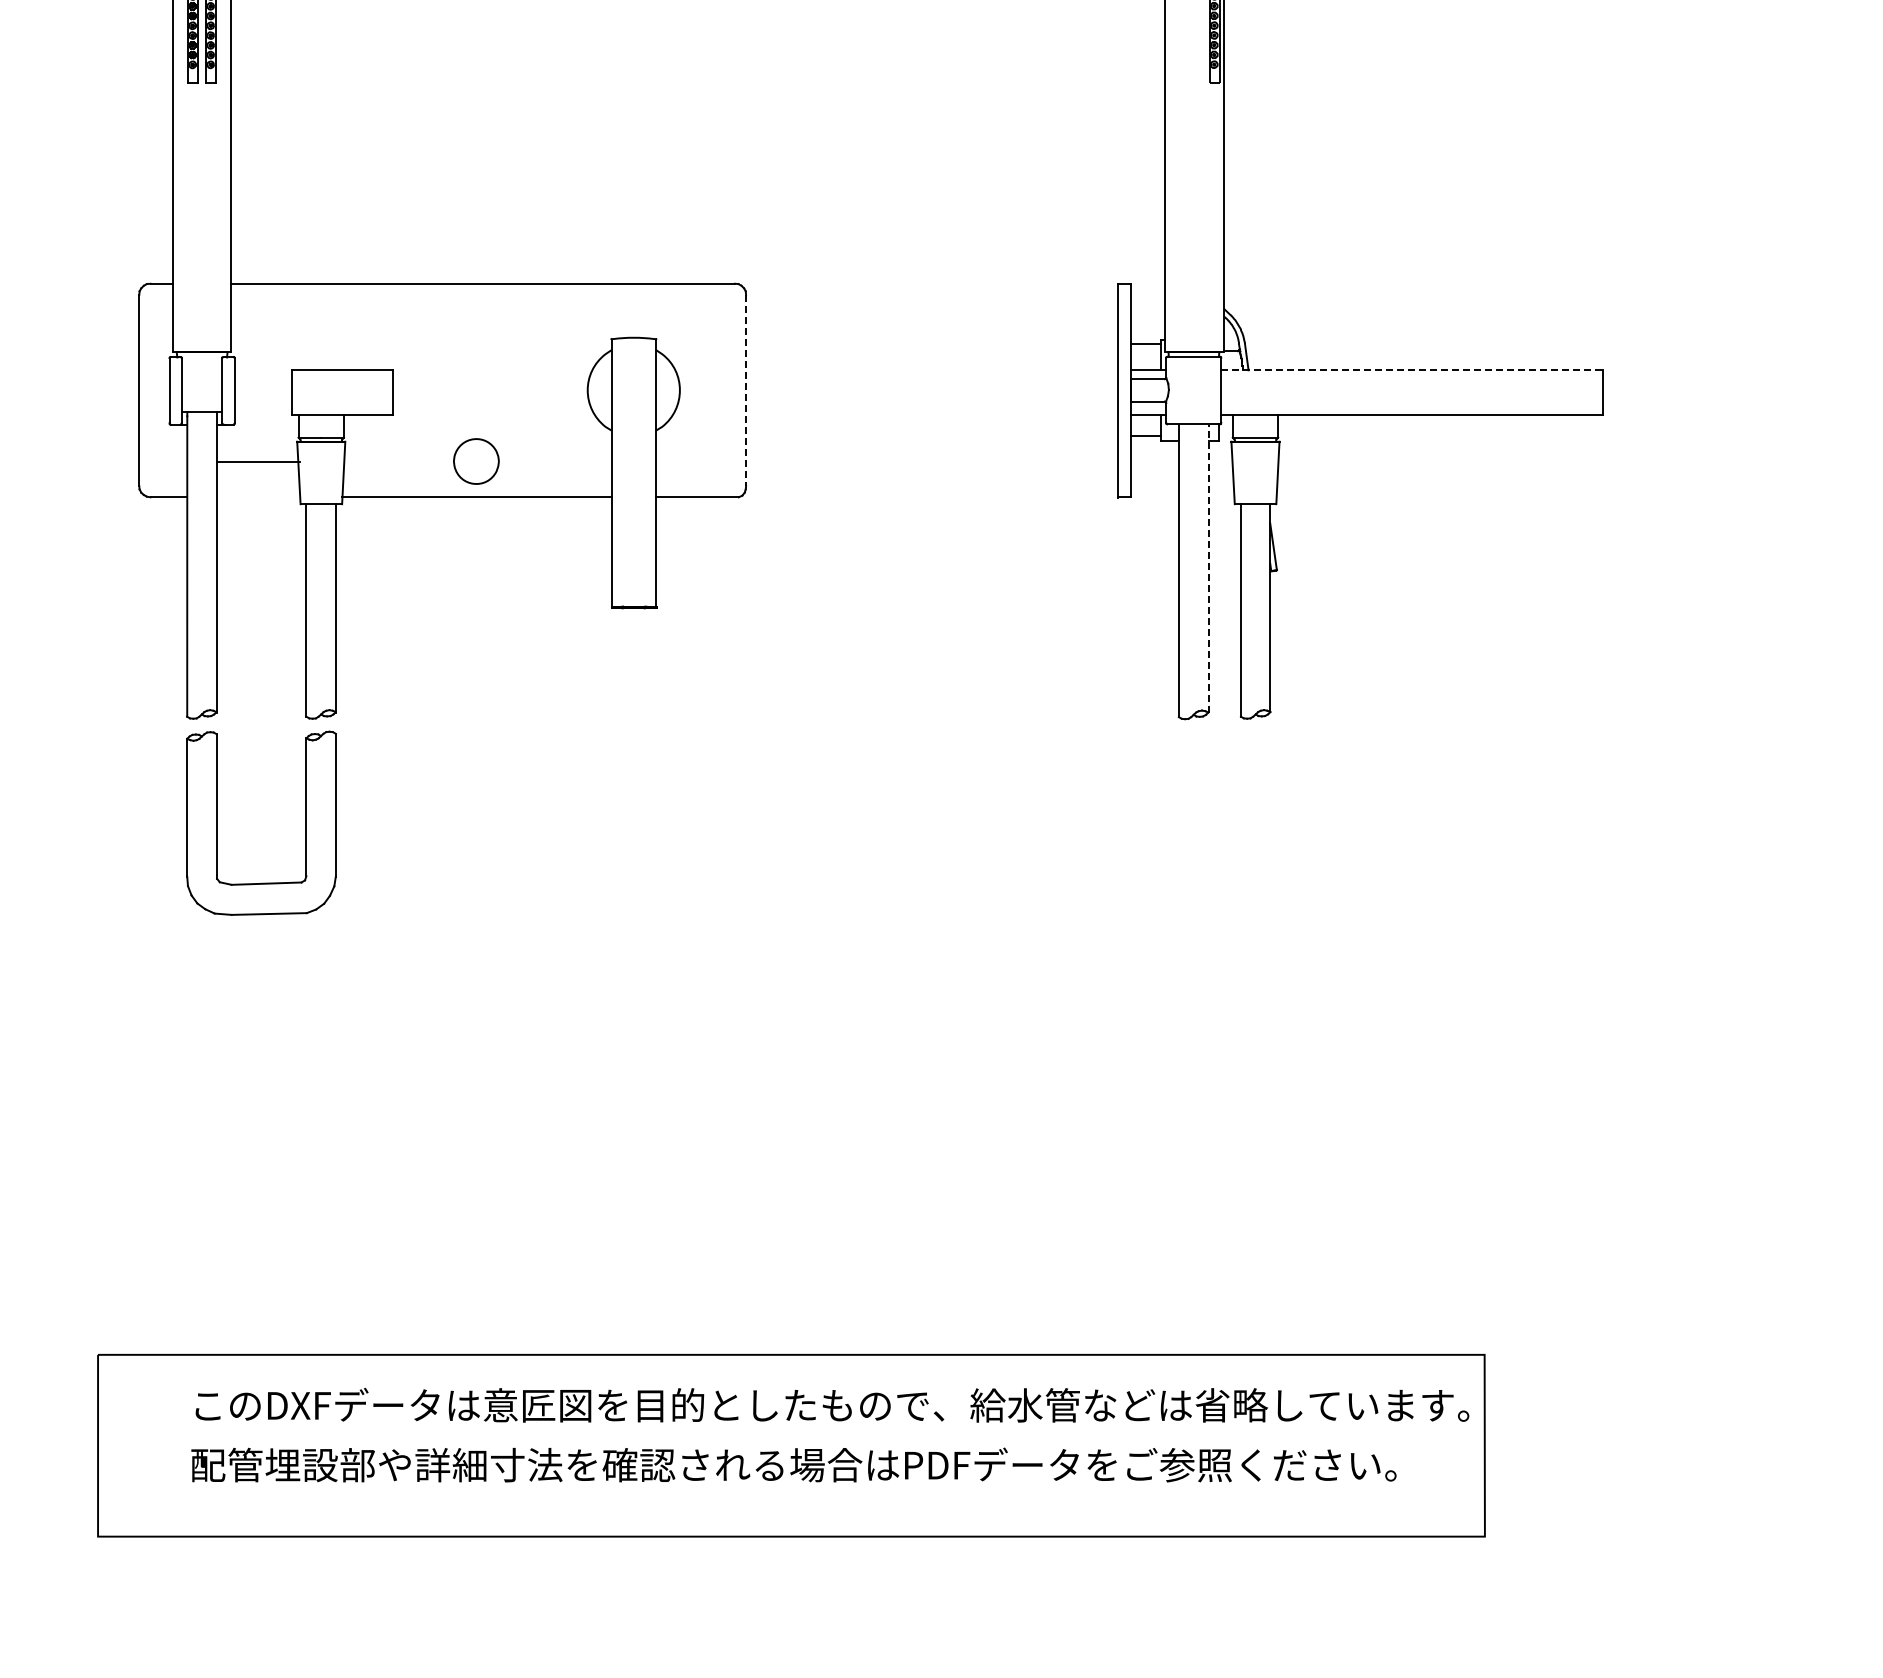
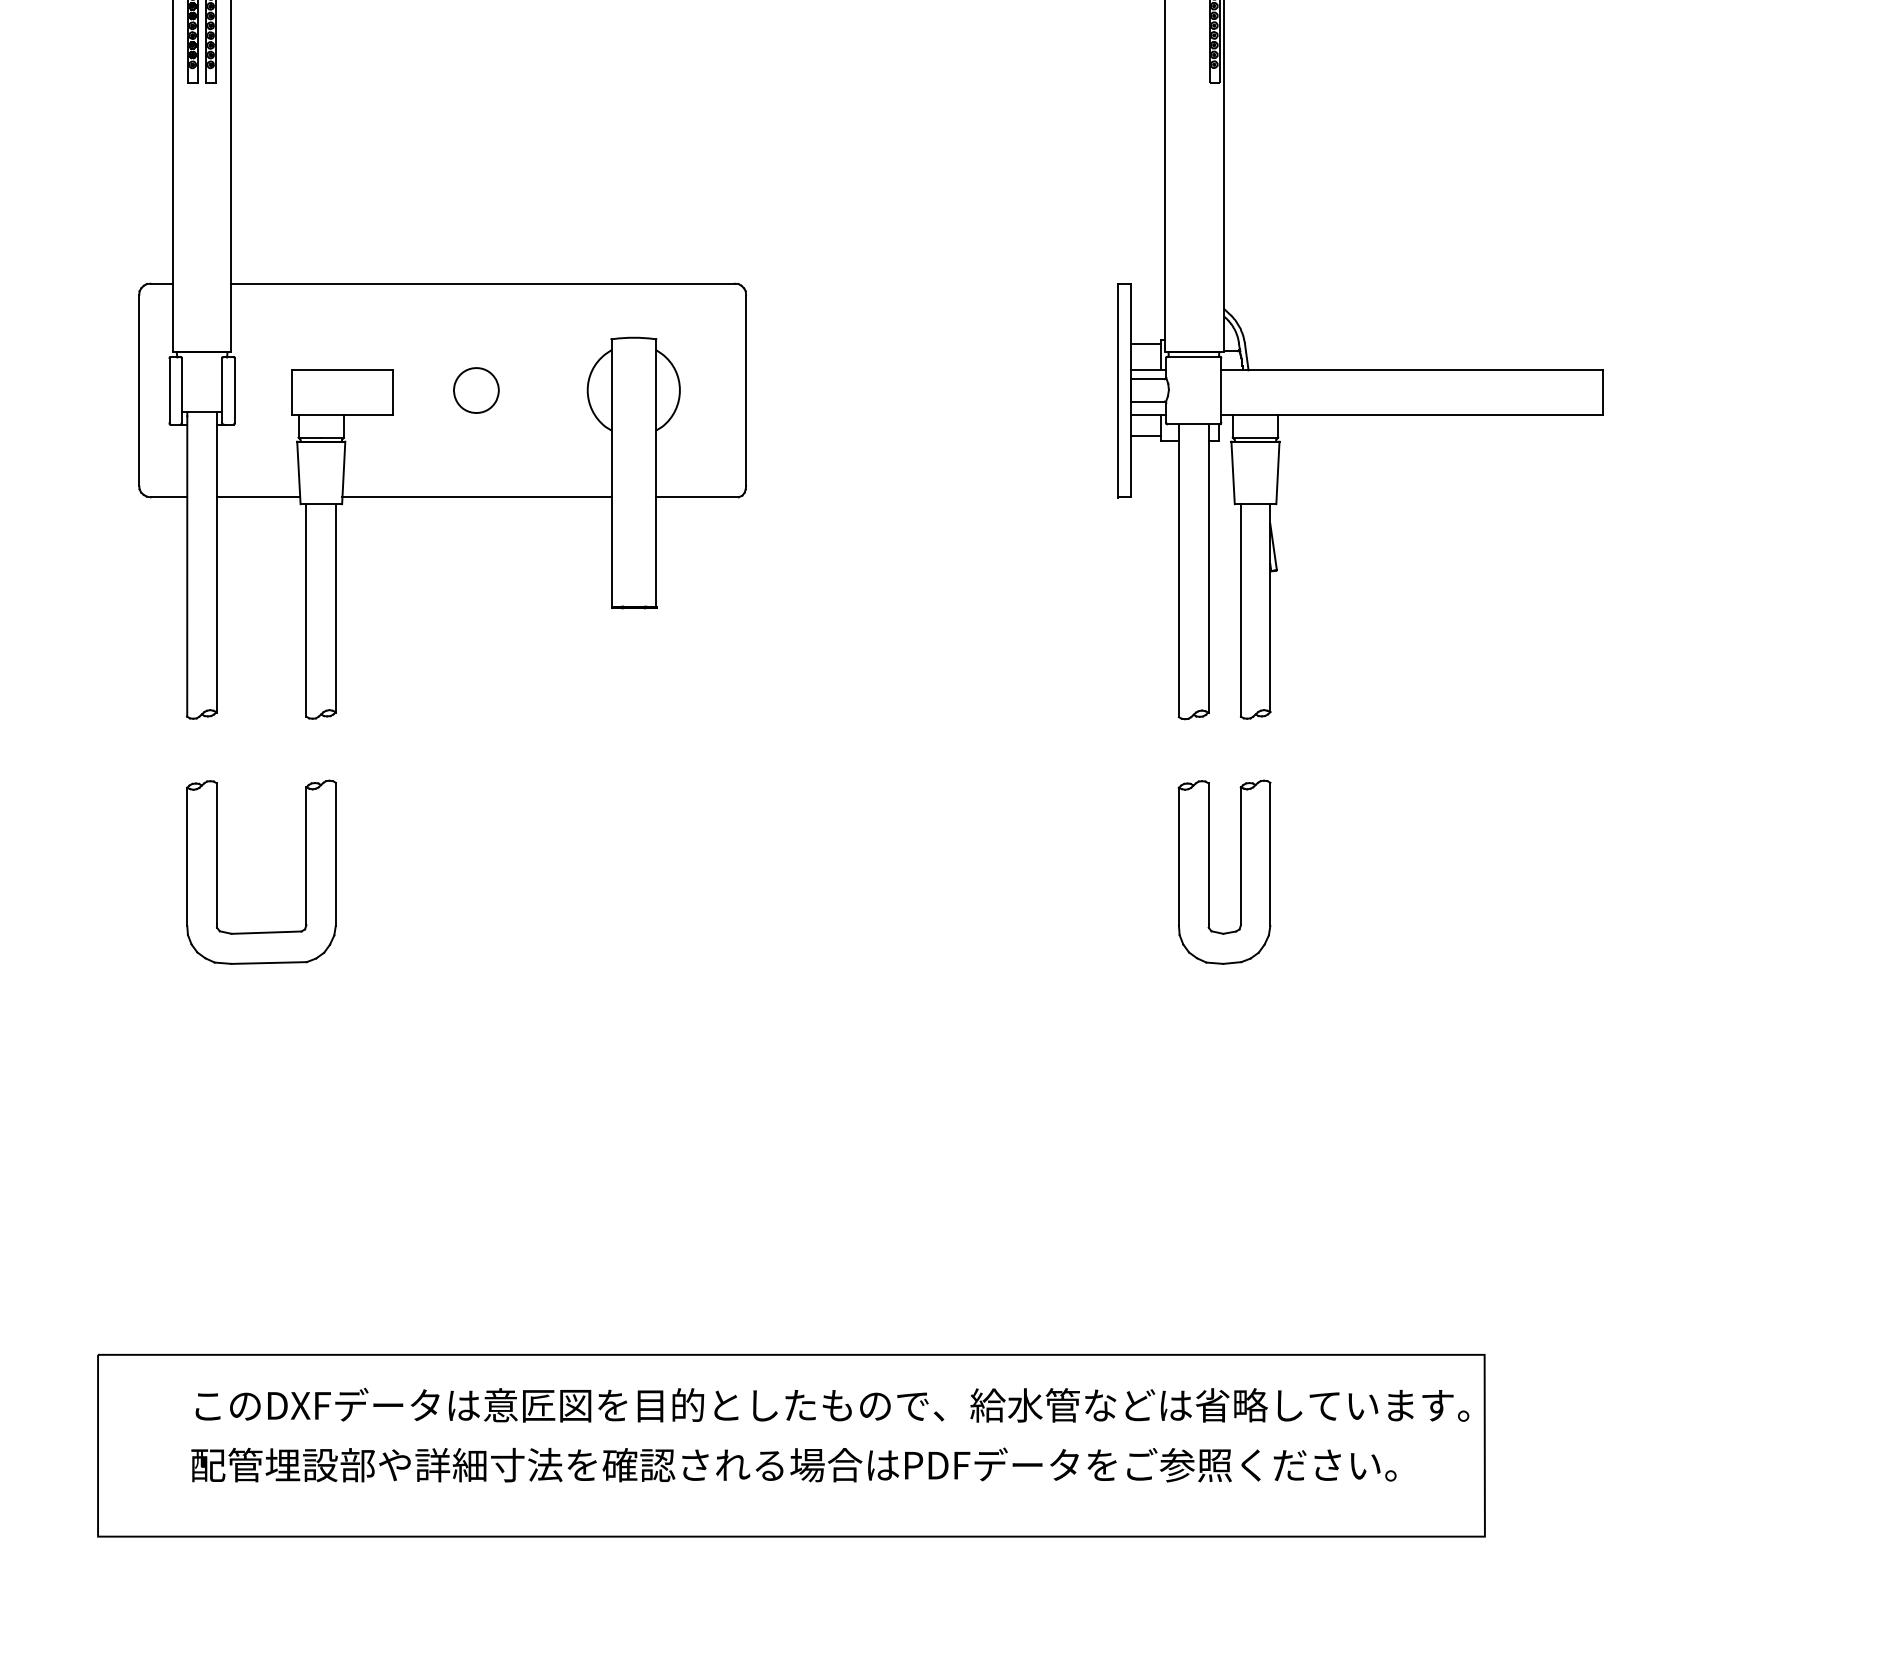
line at (1412, 370): dashed -> solid
line at (746, 390): dashed -> solid
part at (476, 461) position: (476, 461) -> (476, 390)
line at (258, 462) position: (258, 462) -> (258, 497)
line at (1208, 568): dashed -> solid
part at (217, 822) position: (217, 822) -> (217, 871)
part at (1209, 871): none -> present
